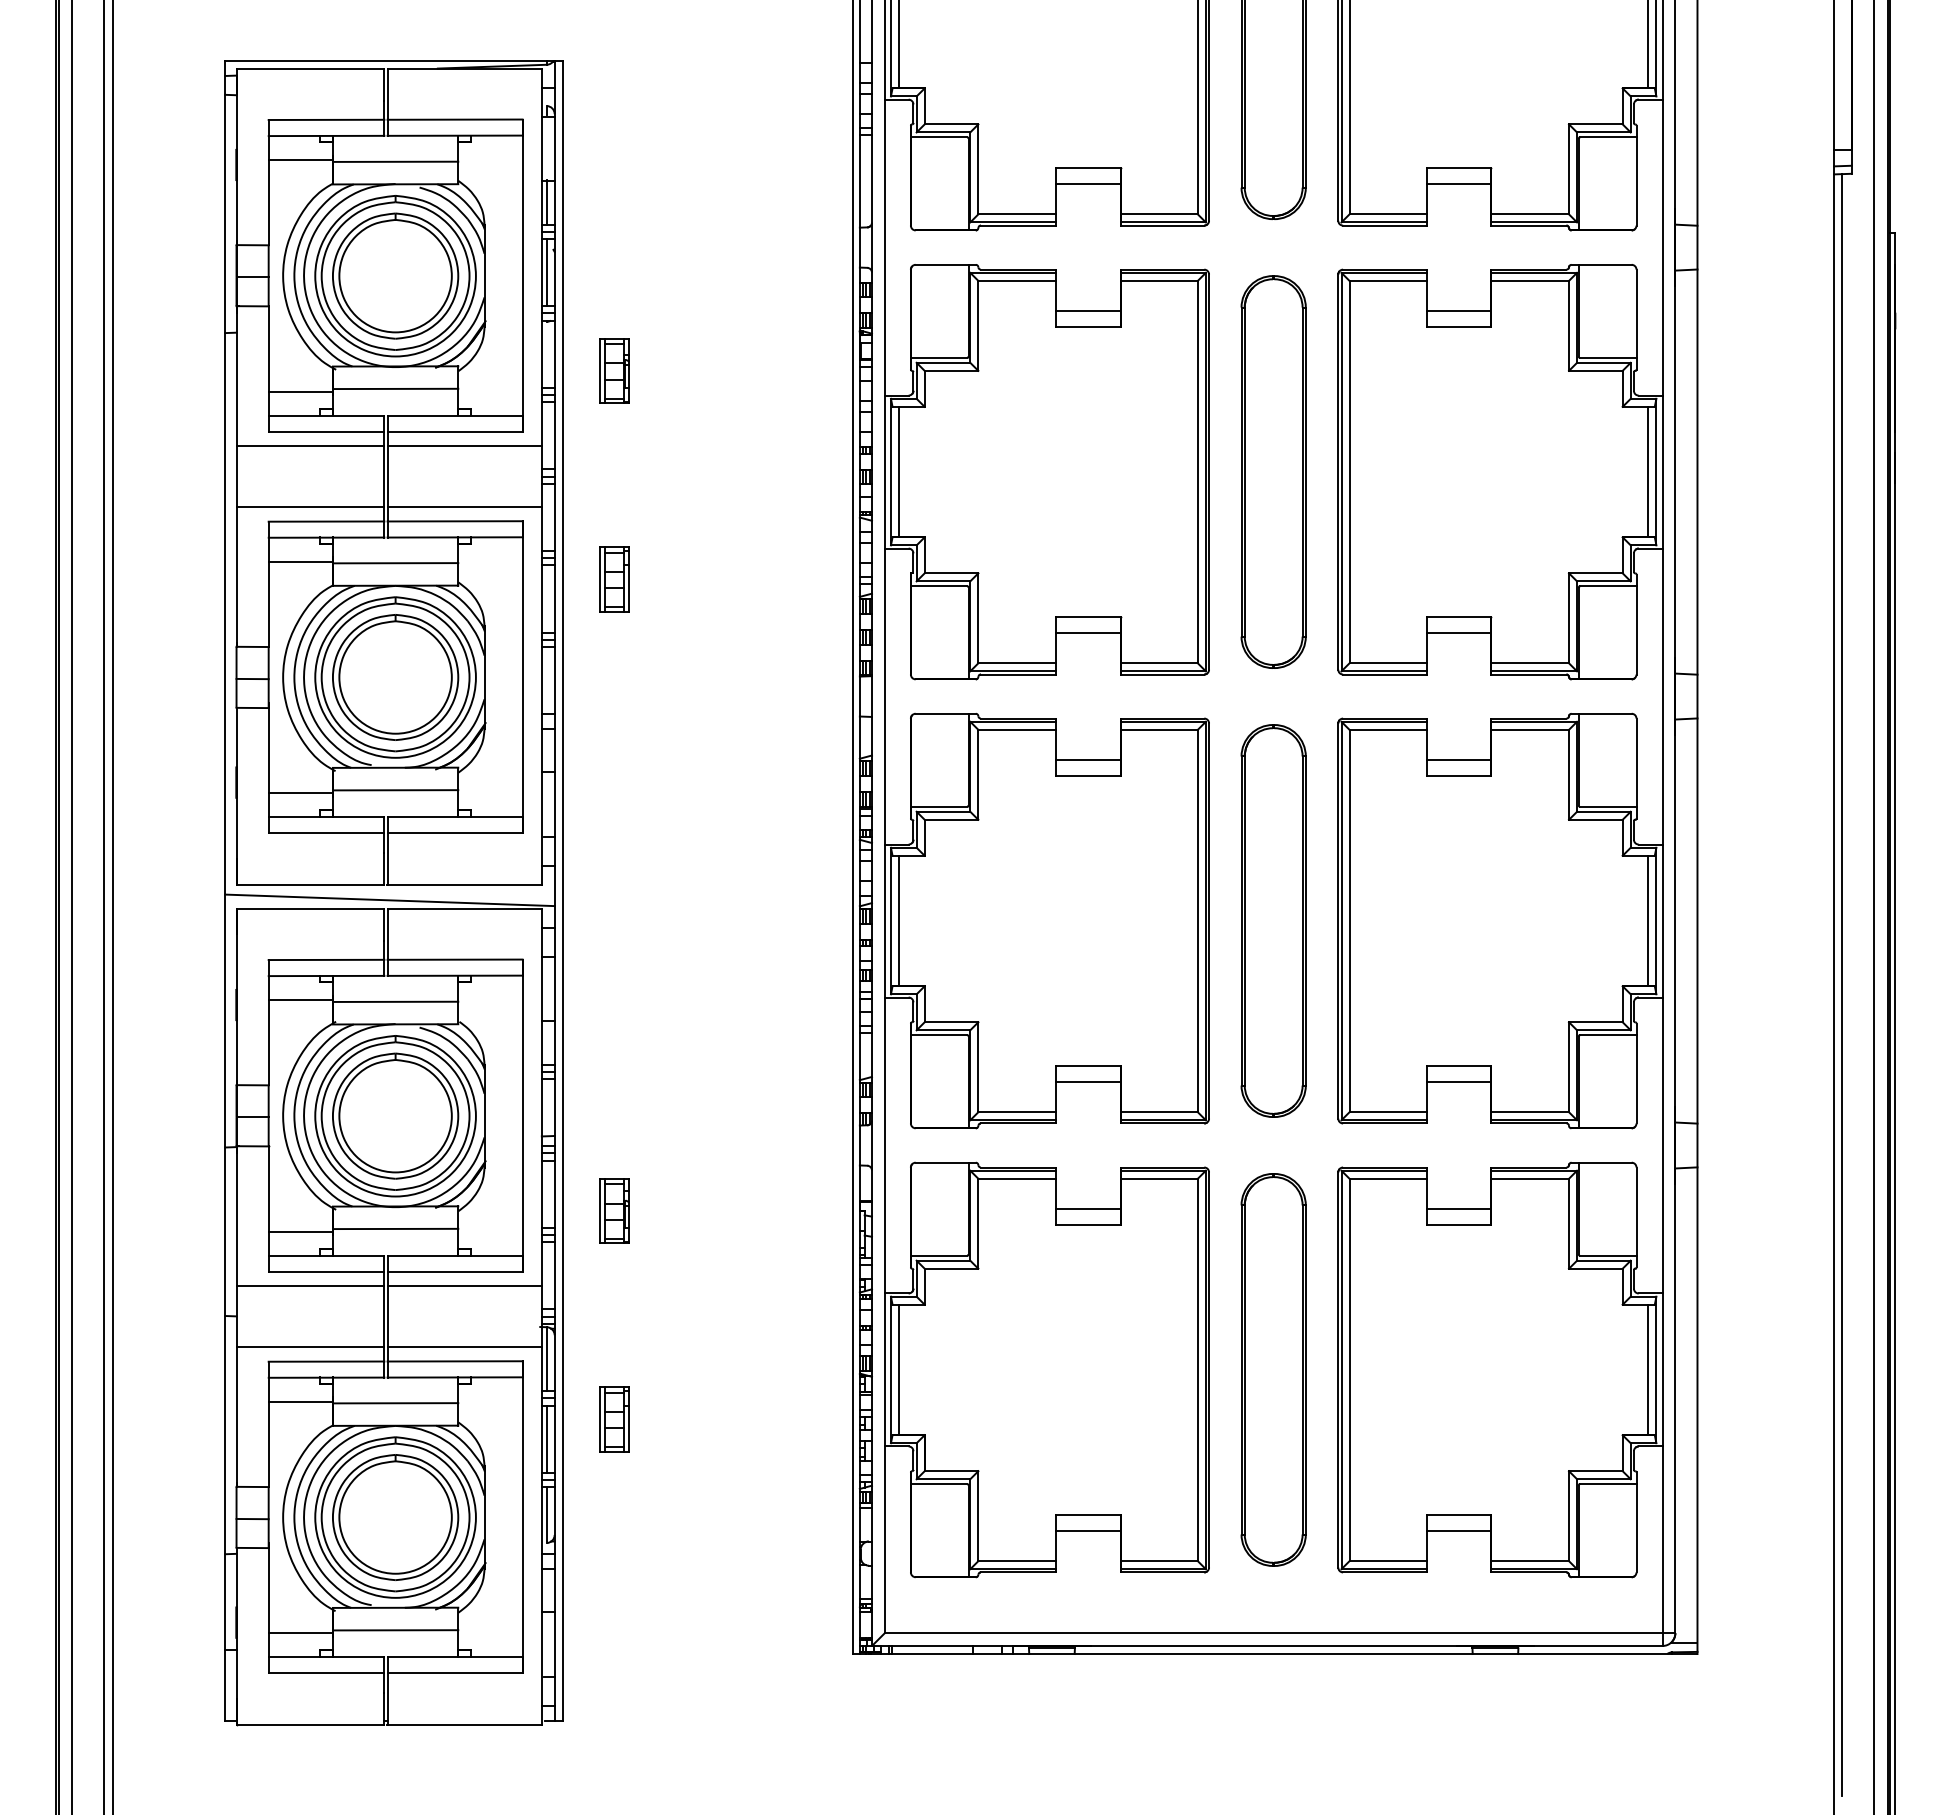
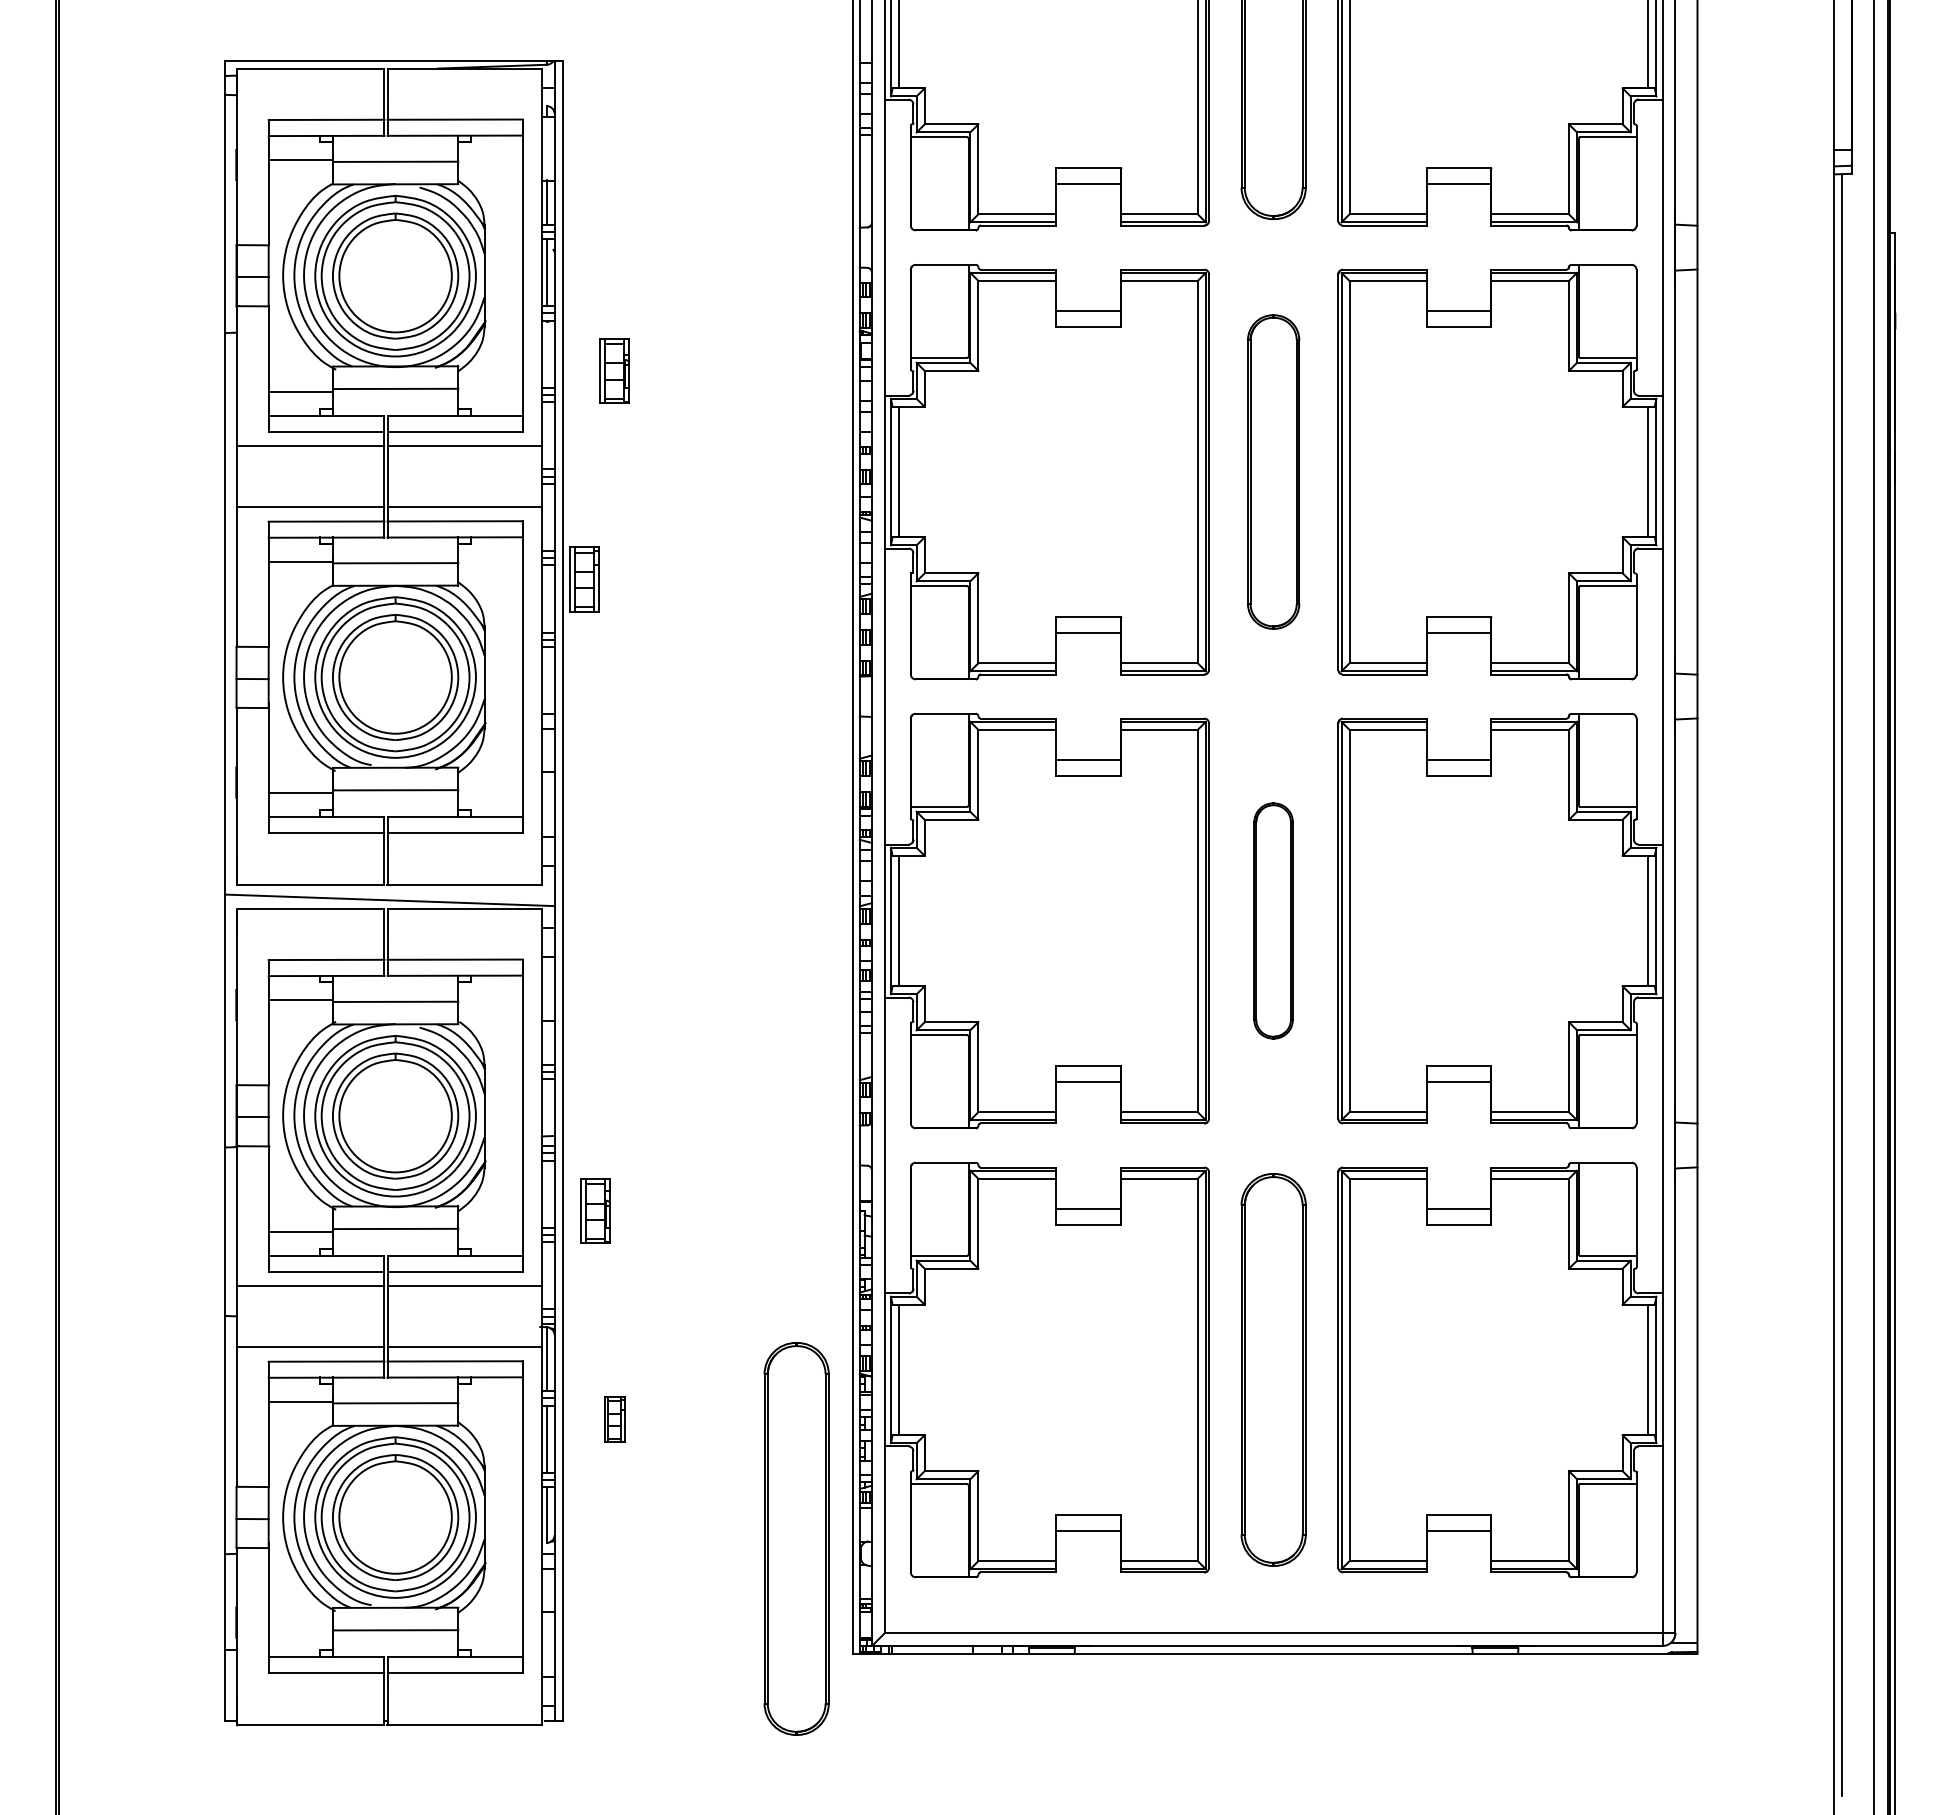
part at (1273, 471) size: 67x394 px -> 54x316 px
part at (614, 579) position: (614, 579) -> (584, 579)
line at (72, 906): present -> none
line at (104, 906): present -> none
line at (112, 906): present -> none
part at (1273, 920) size: 67x394 px -> 41x238 px
part at (614, 1210) position: (614, 1210) -> (595, 1210)
part at (614, 1419) size: 31x67 px -> 22x47 px
part at (796, 1538): none -> present
line at (300, 1633): present -> none
